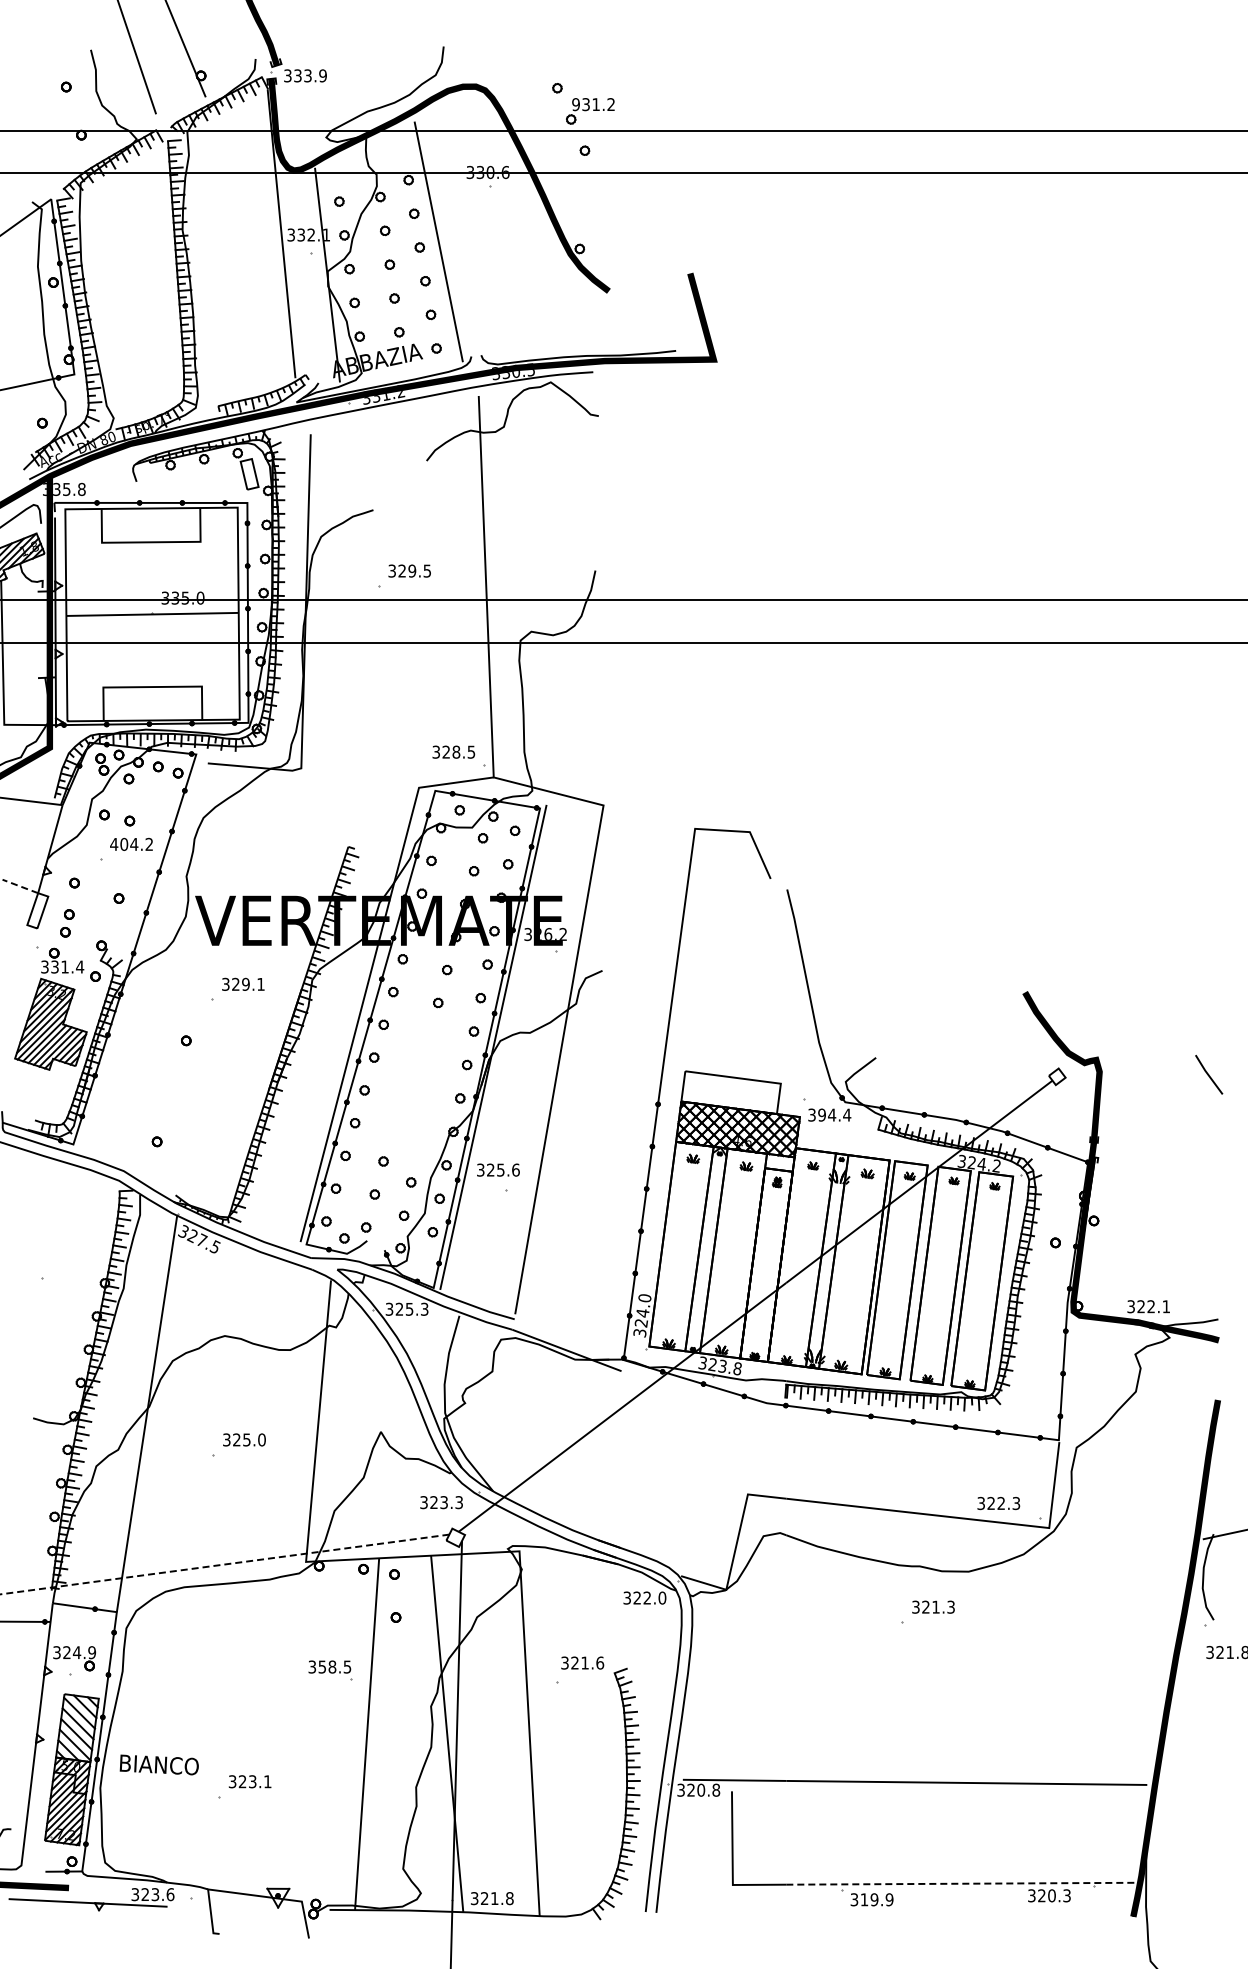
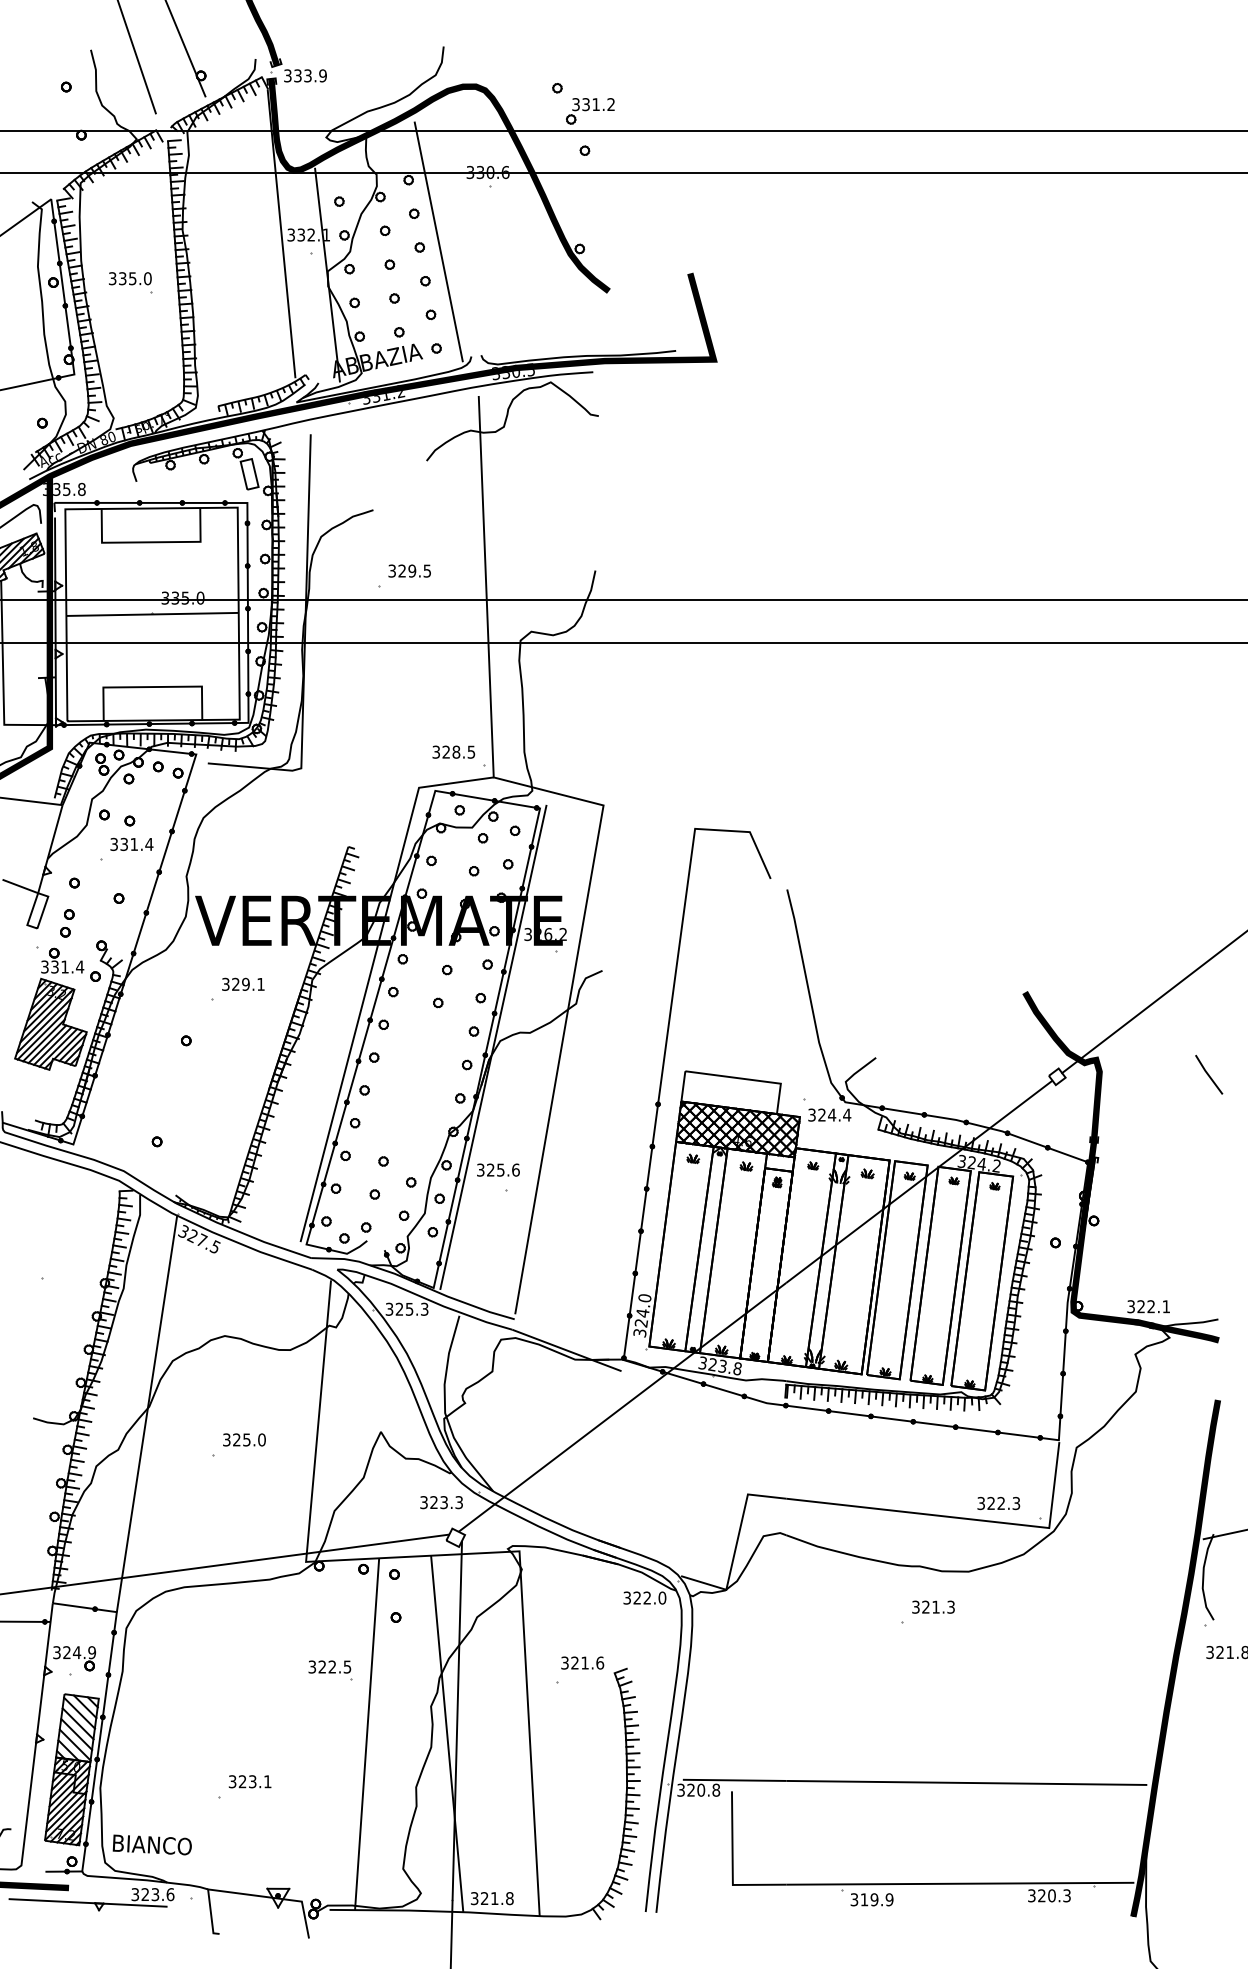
text at (575, 104): 931.2 -> 331.2
part at (130, 282): none -> present
text at (131, 844): 404.2 -> 331.4
line at (19, 886): dashed -> solid
line at (1153, 1002): none -> present
text at (821, 1114): 394.4 -> 324.4
line at (224, 1564): dashed -> solid
text at (327, 1666): 358.5 -> 322.5
text at (158, 1764) position: (158, 1764) -> (151, 1844)
line at (960, 1883): dashed -> solid
